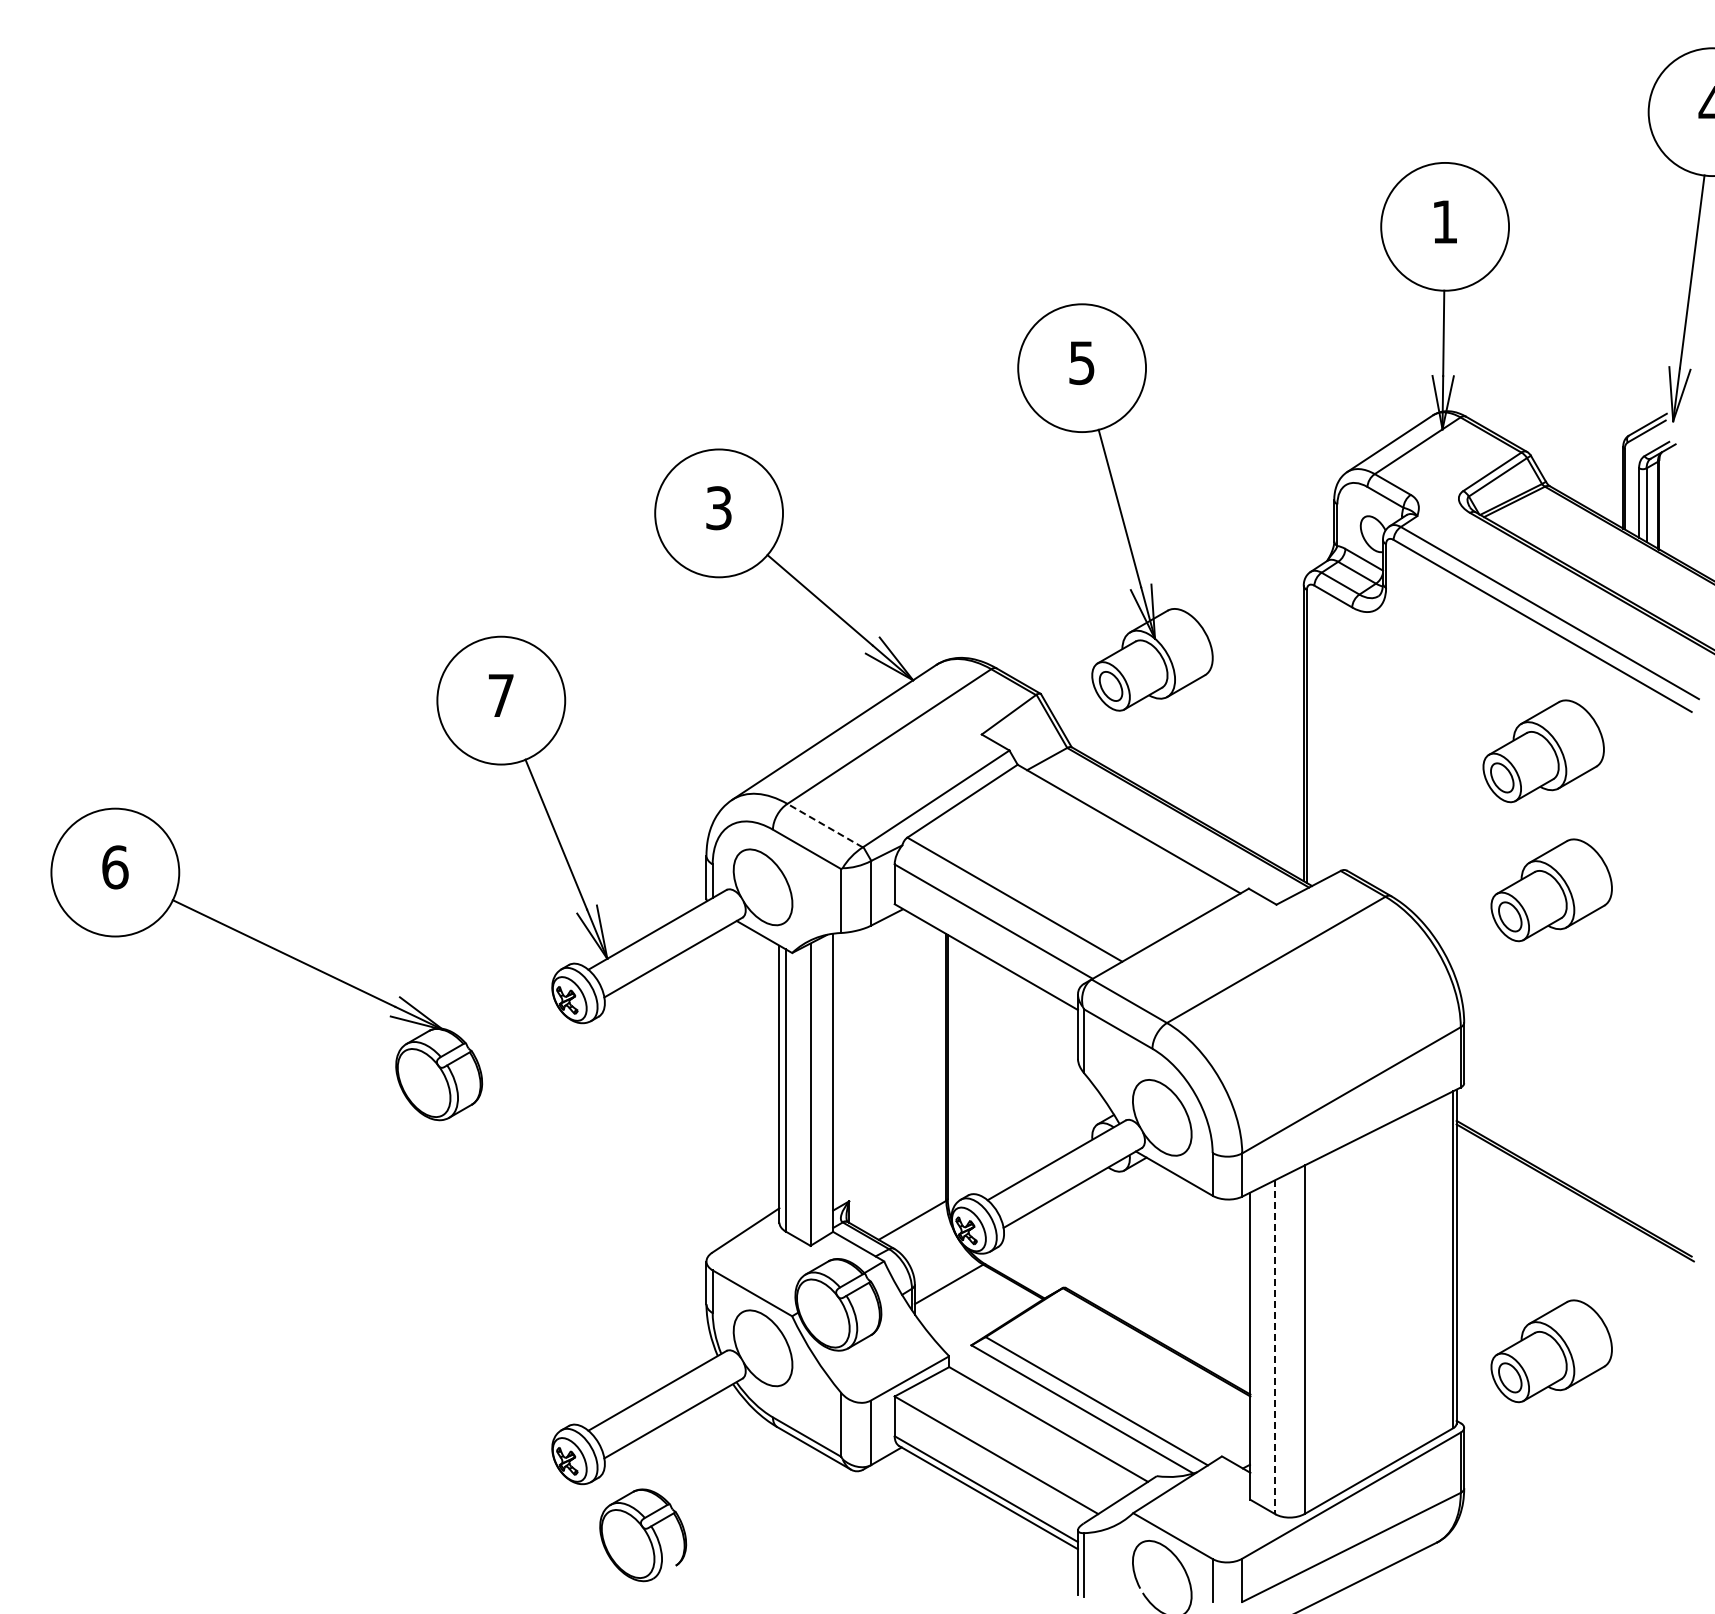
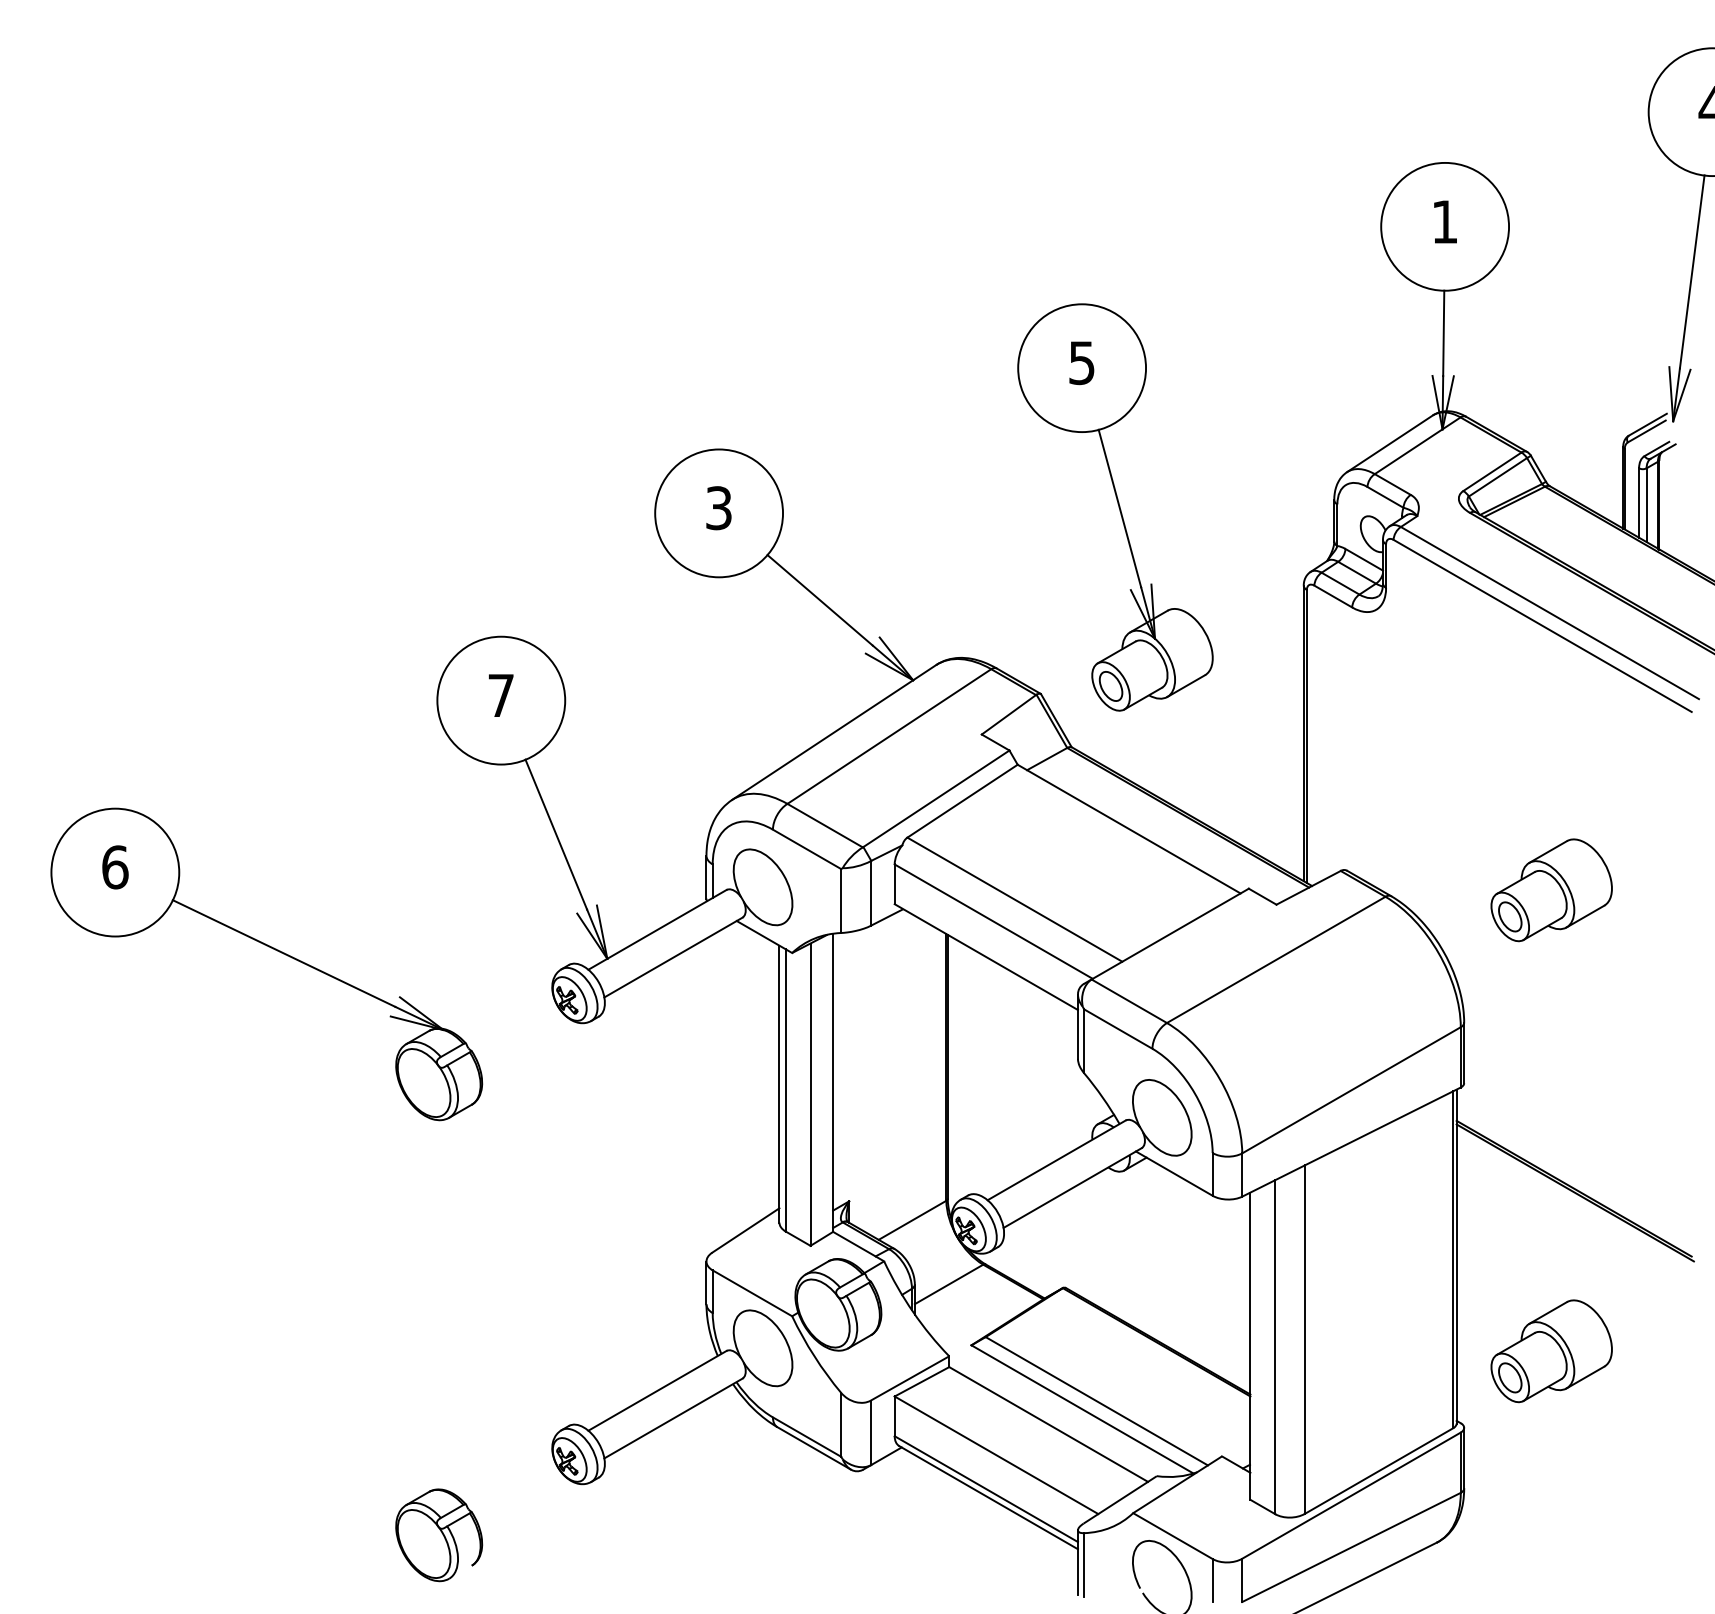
part at (1543, 751): present -> none
line at (825, 825): dashed -> solid
line at (1275, 1347): dashed -> solid
part at (643, 1535) position: (643, 1535) -> (439, 1535)
